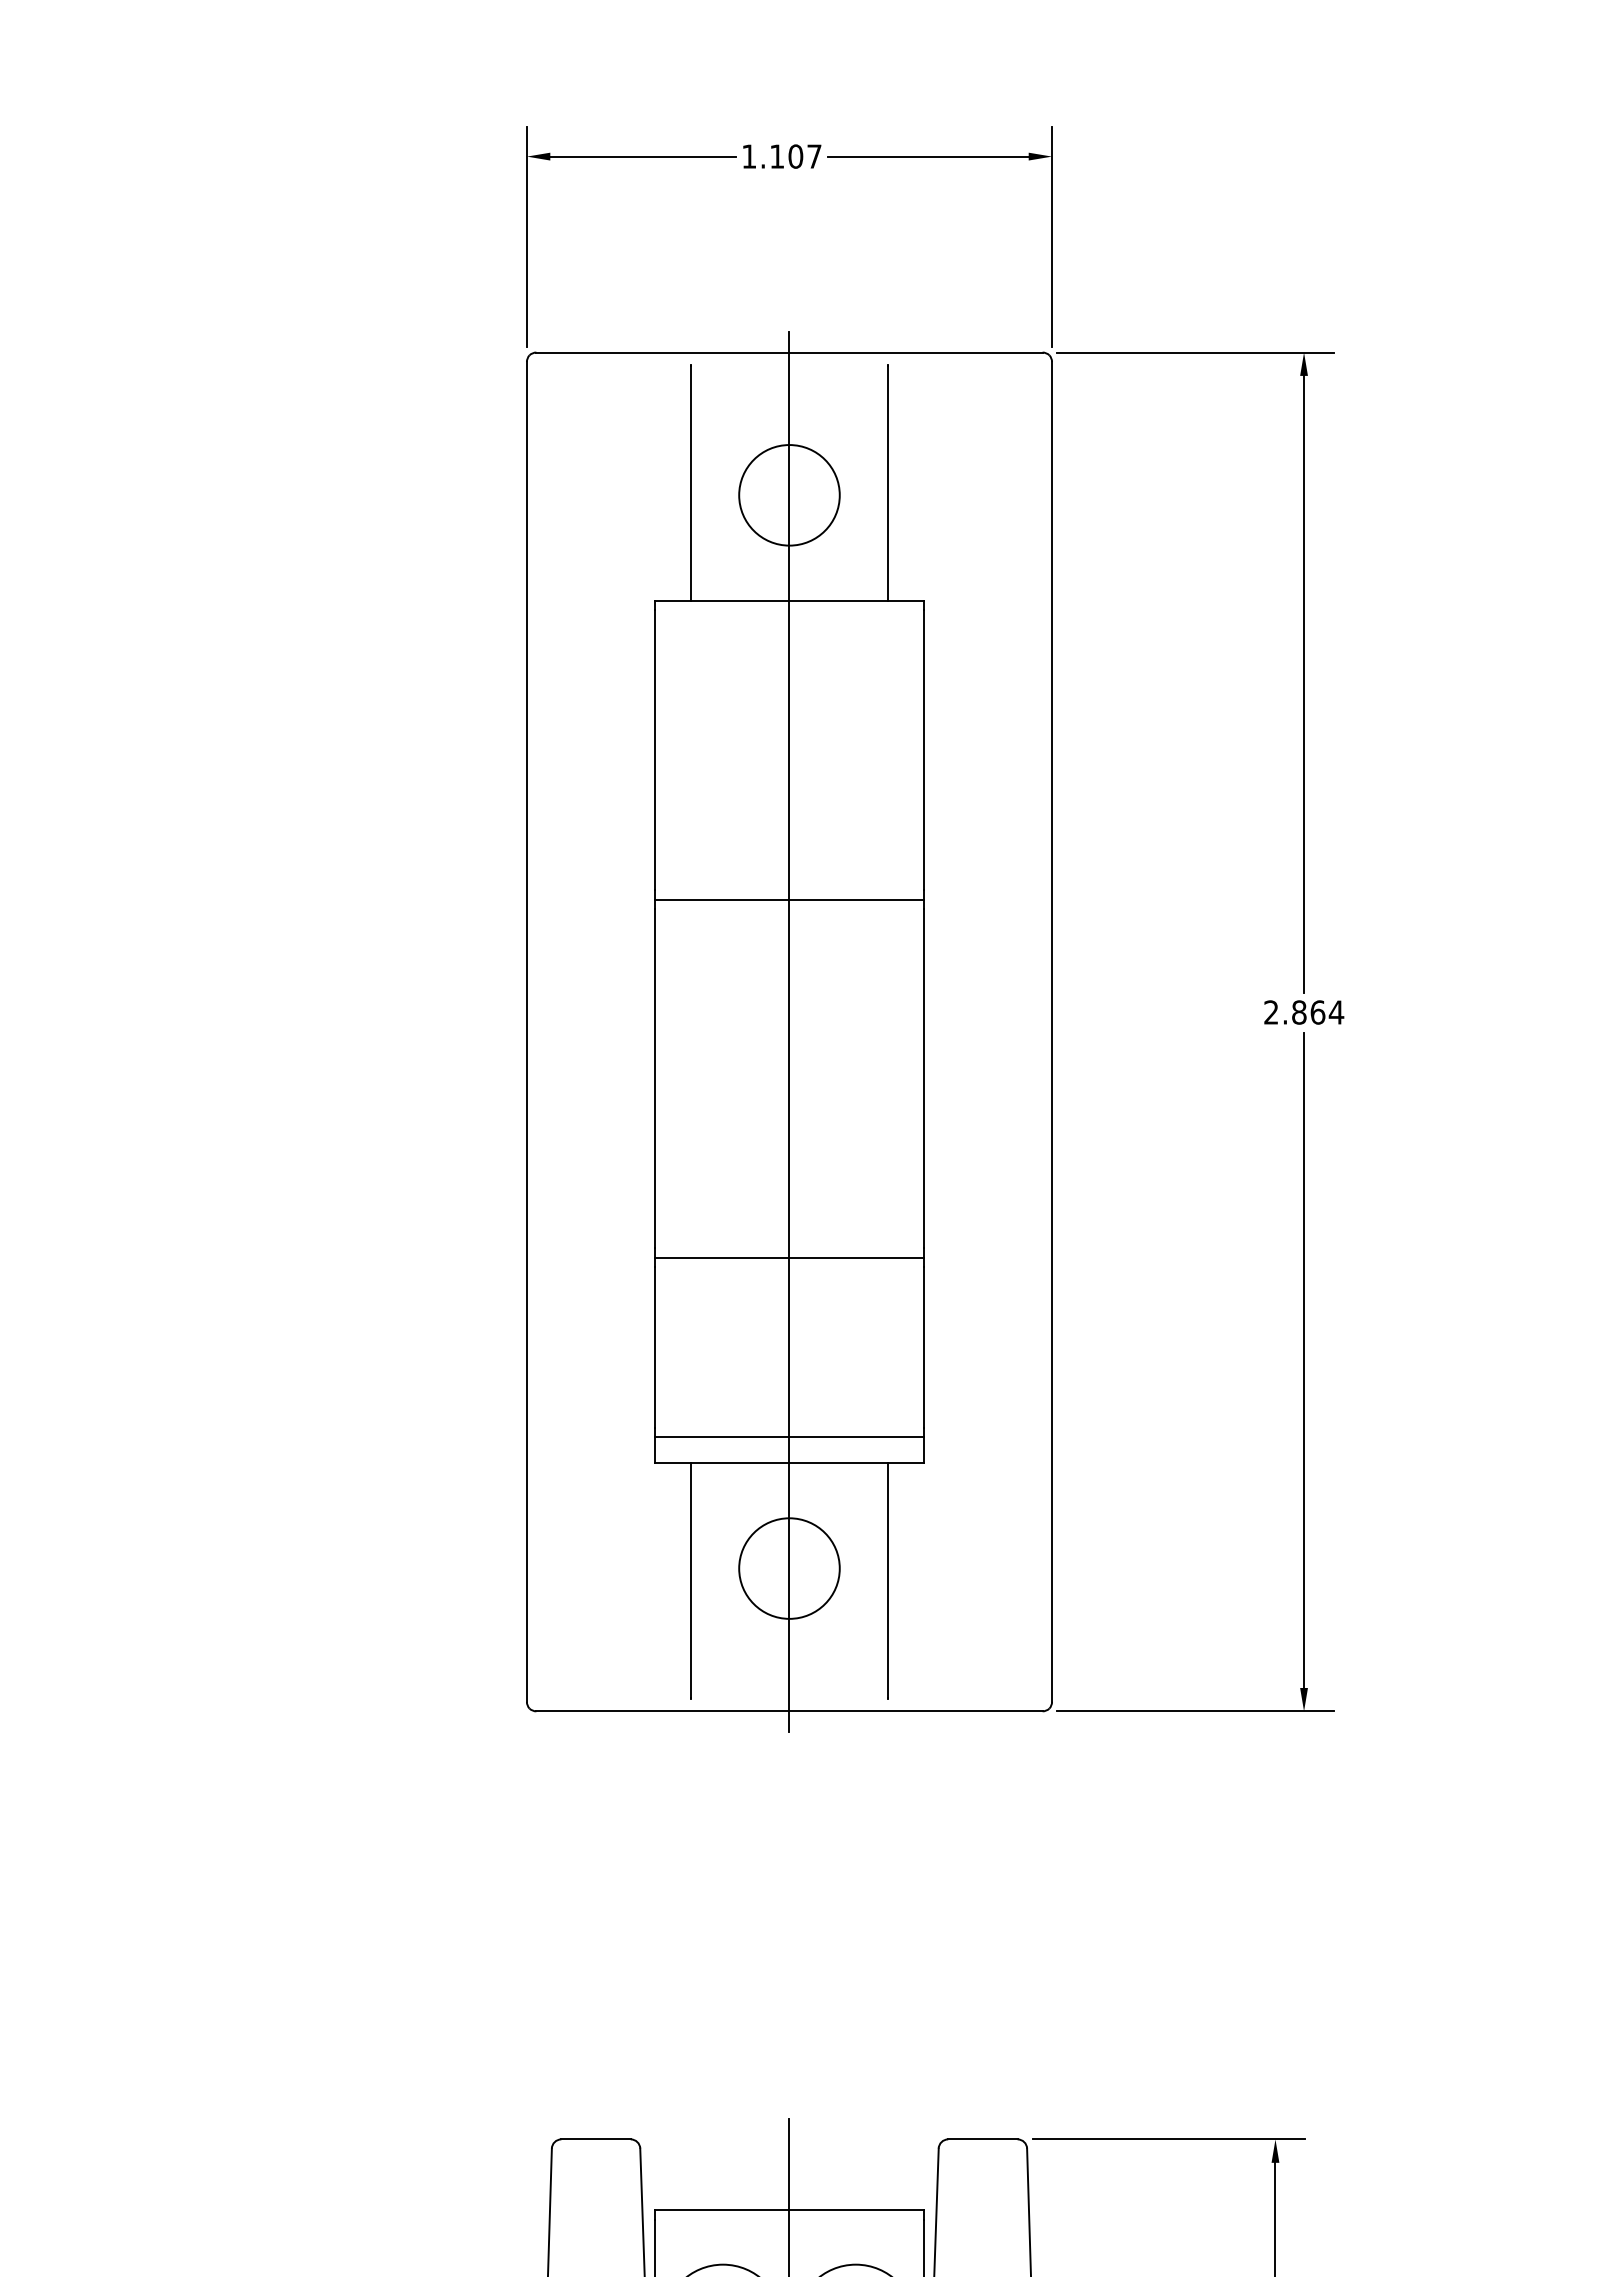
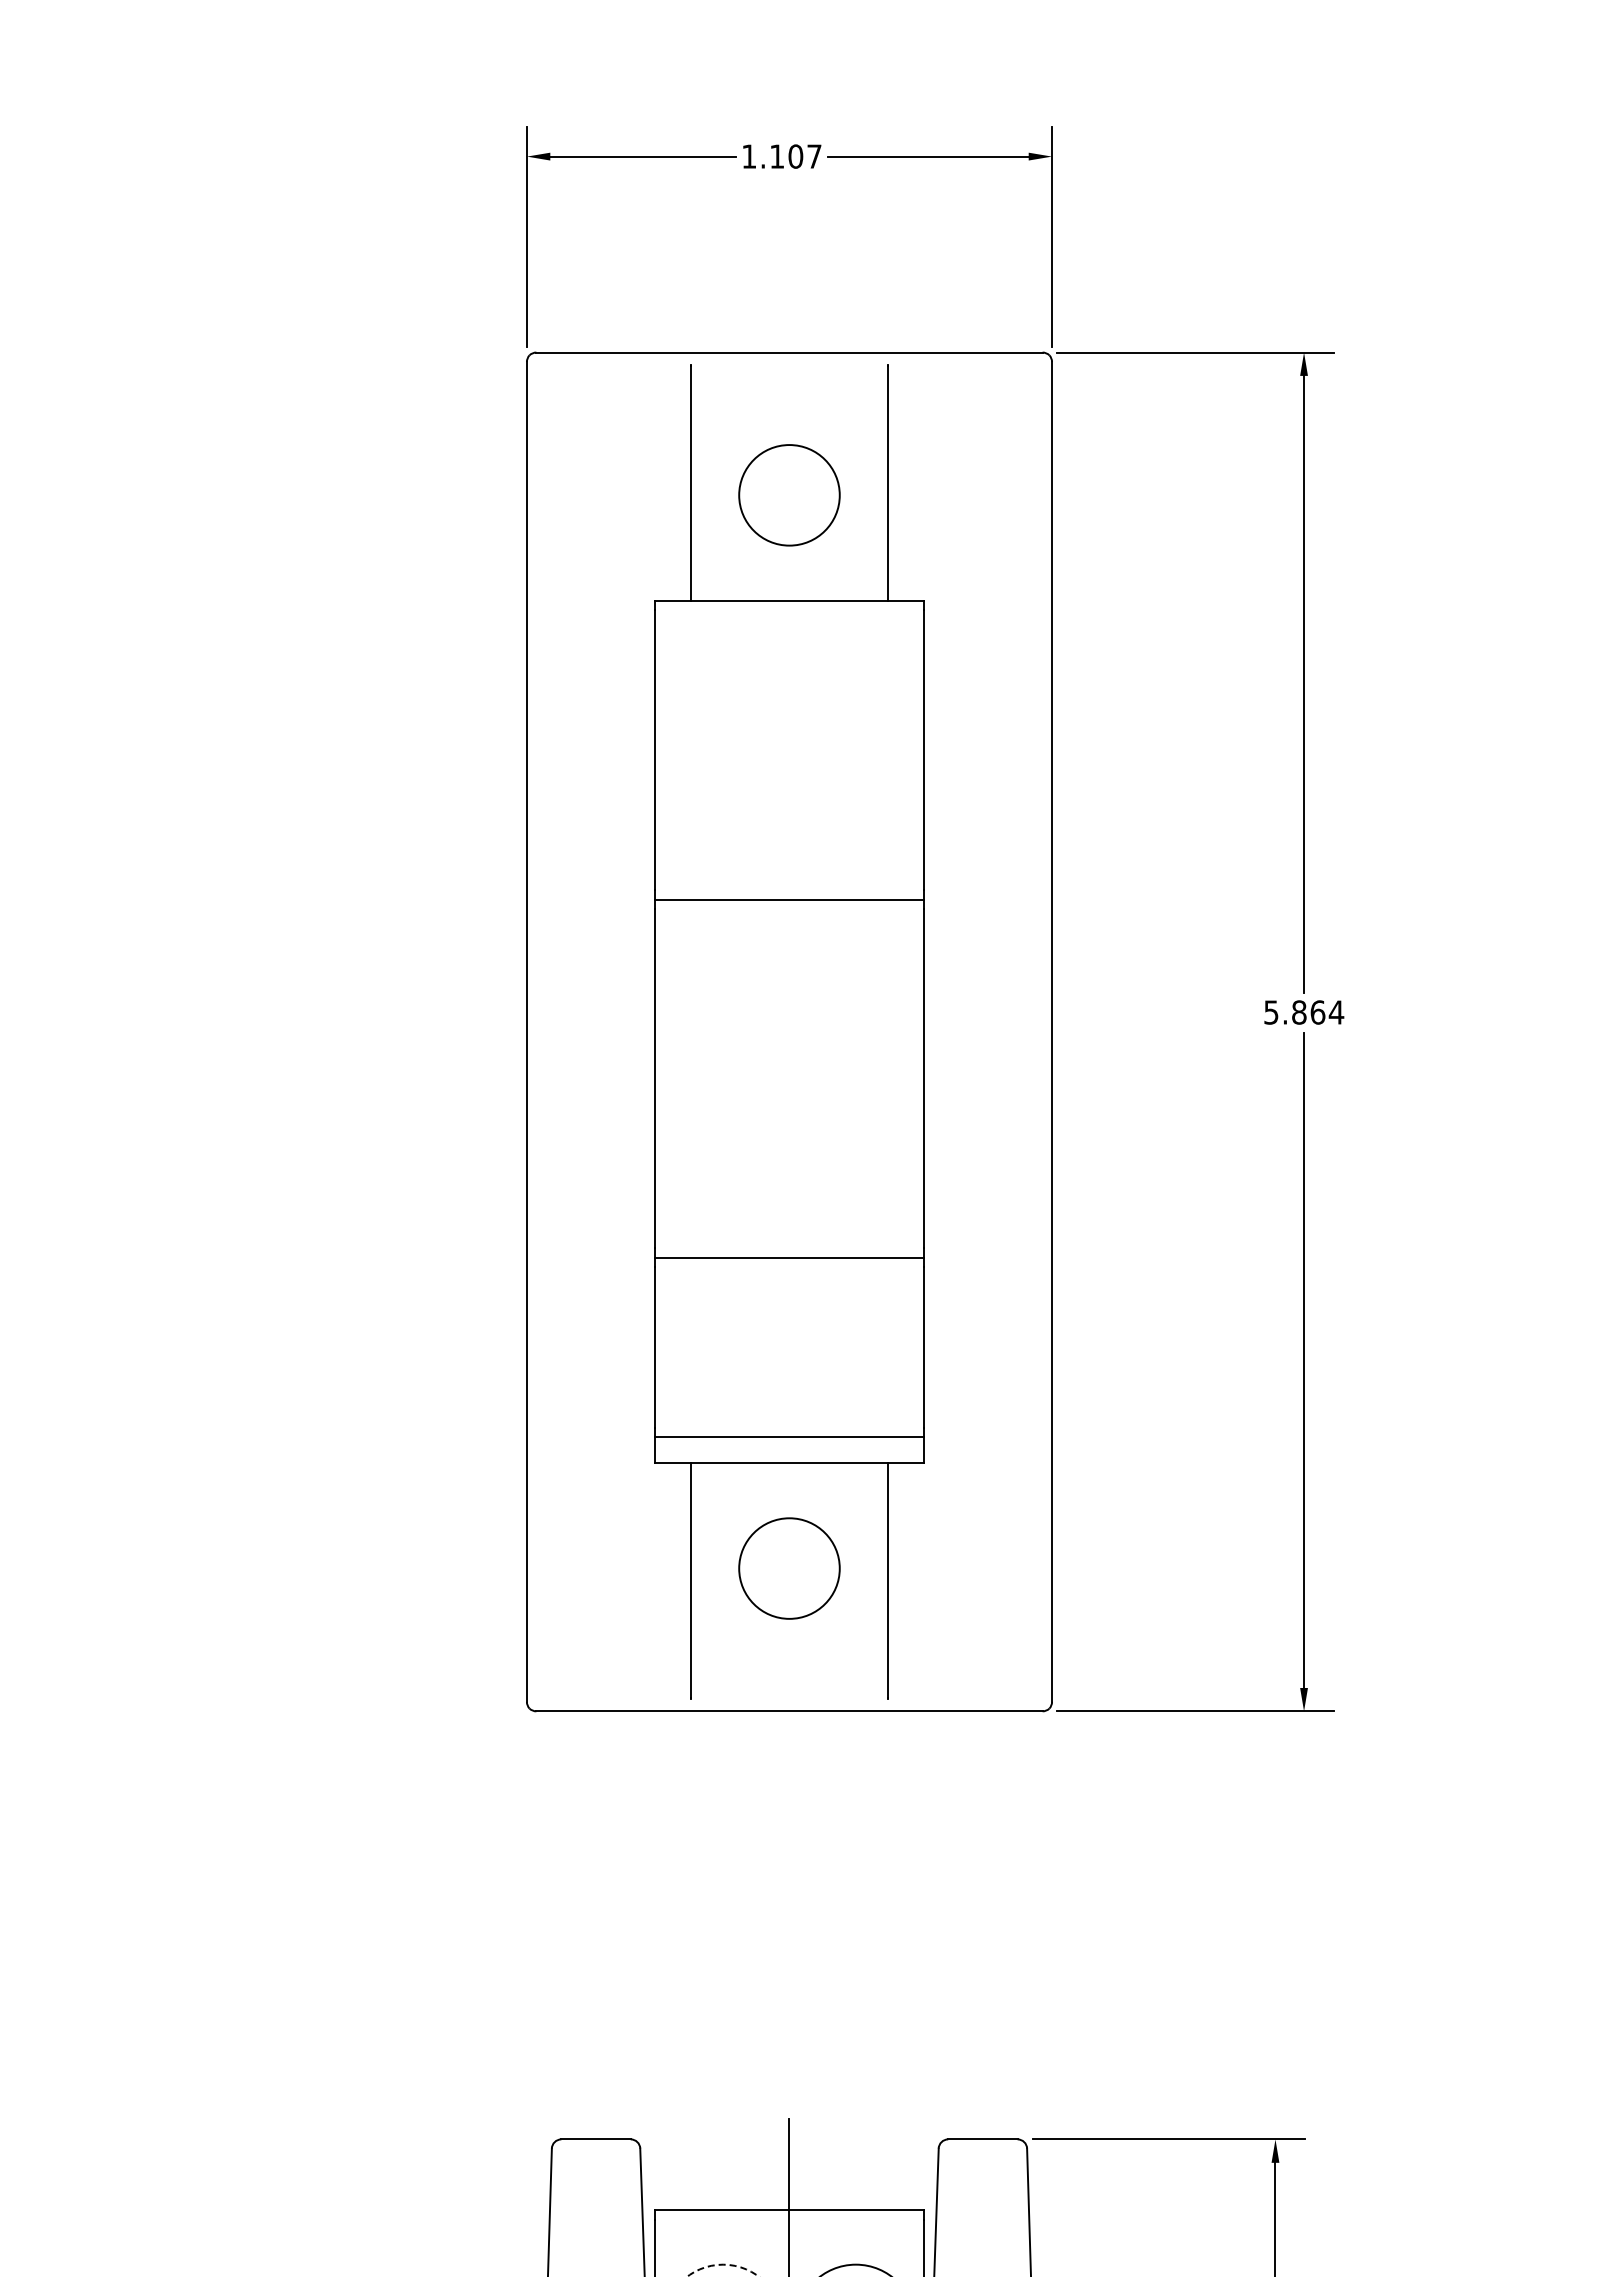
text at (1271, 1012): 2.864 -> 5.864
line at (789, 1031): present -> none
circle at (722, 2270): solid -> dashed
